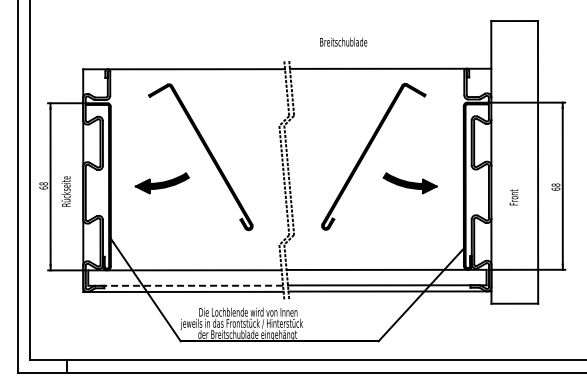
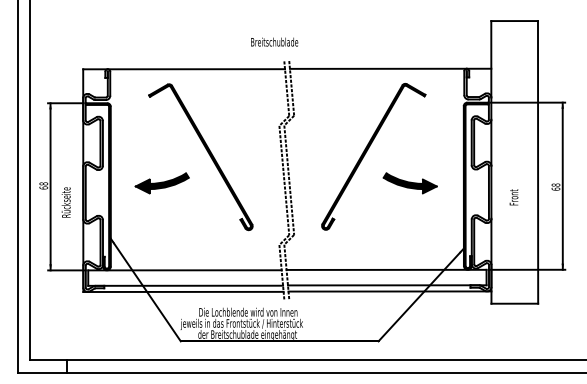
text at (343, 41) position: (343, 41) -> (274, 41)
text at (65, 191) position: (65, 191) -> (65, 202)
line at (185, 285): dashed -> solid
